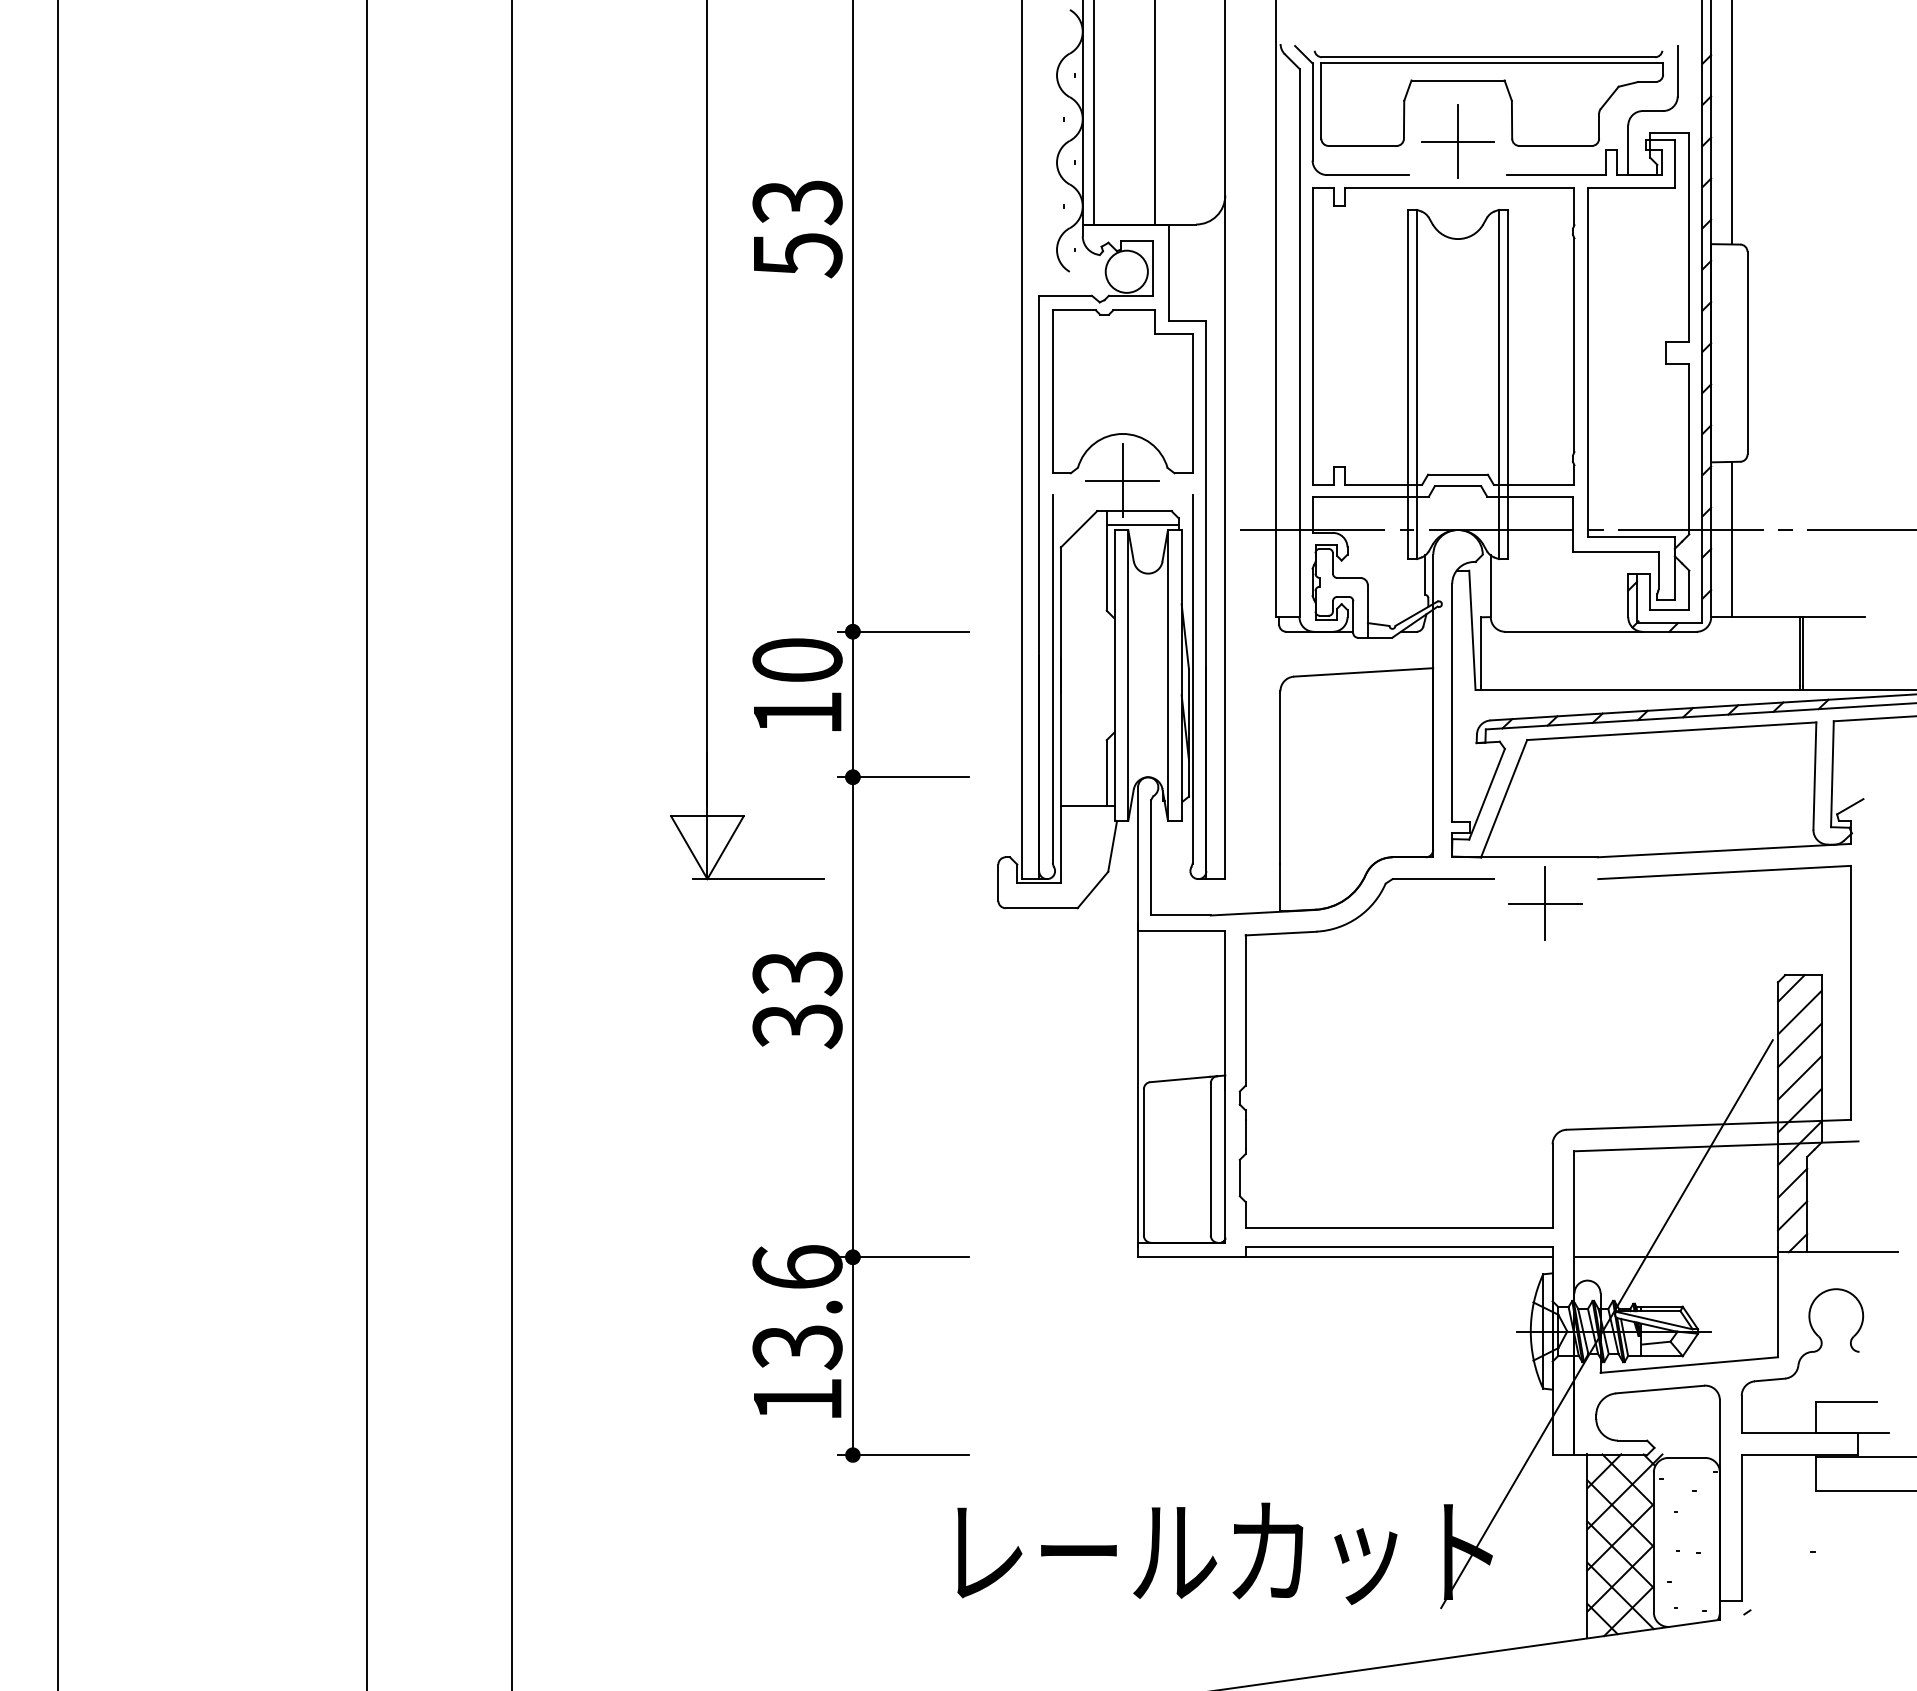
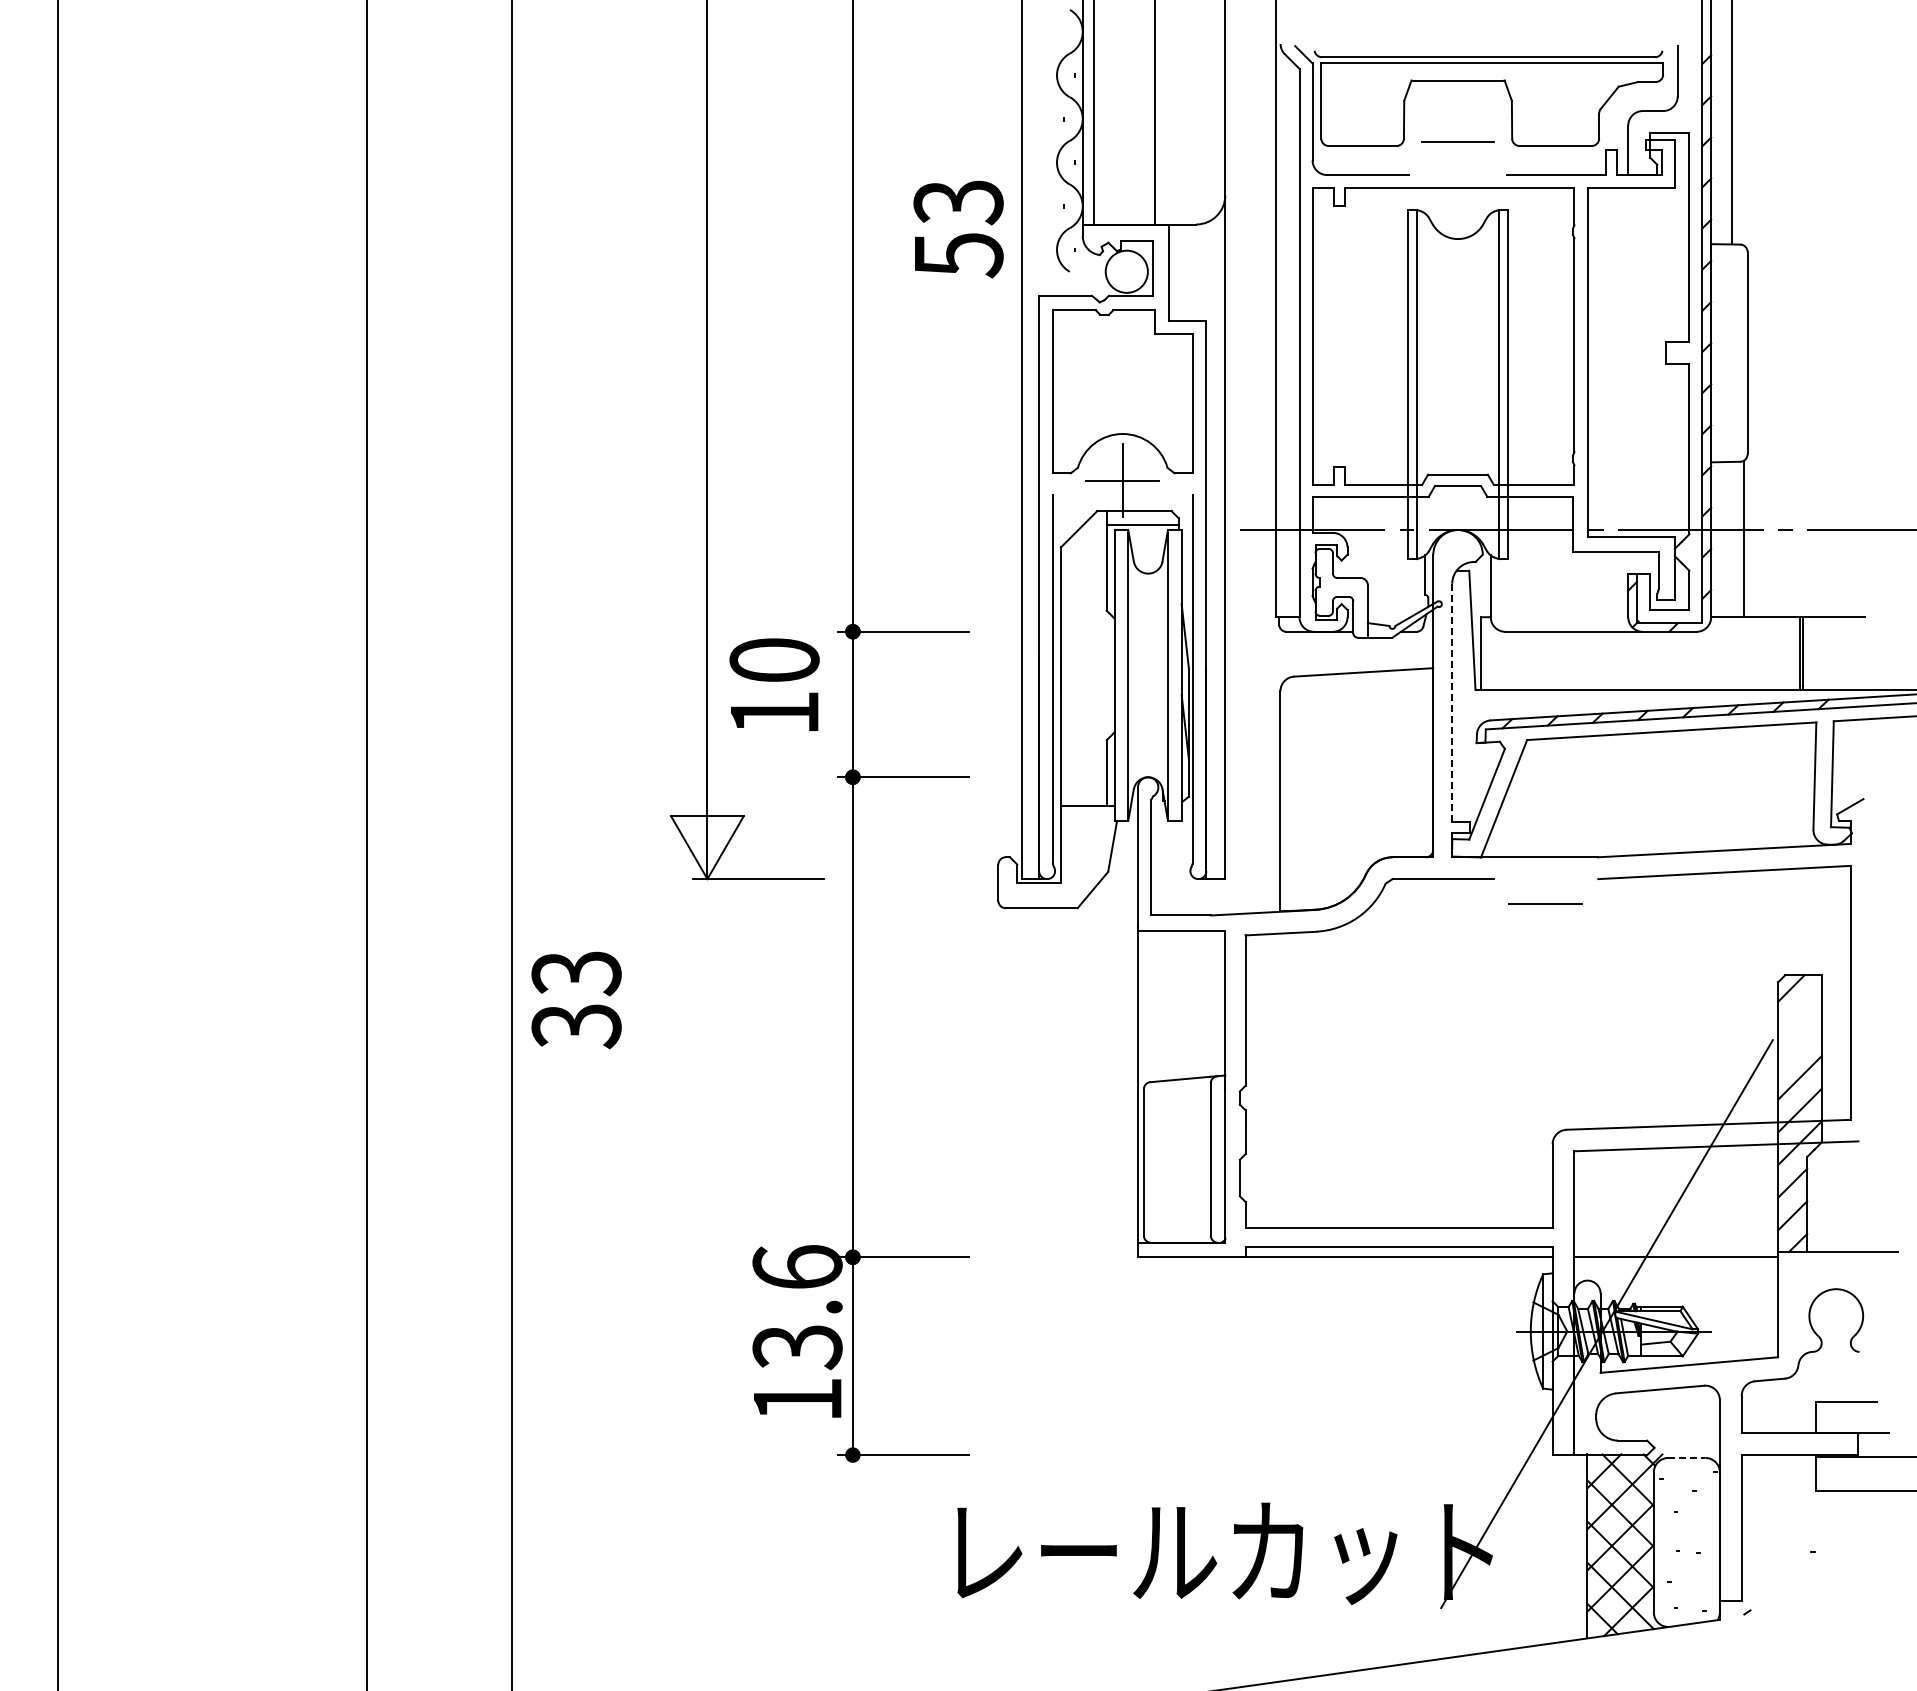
line at (1458, 141): present -> none
text at (797, 229) position: (797, 229) -> (958, 229)
line at (1731, 539) position: (1731, 539) -> (1743, 539)
text at (797, 684) position: (797, 684) -> (774, 684)
line at (1452, 702): solid -> dashed
line at (1545, 903): present -> none
text at (797, 1000) position: (797, 1000) -> (576, 1000)
line at (1799, 1012): present -> none
line at (1799, 1045): present -> none
line at (1687, 1457): solid -> dashed
